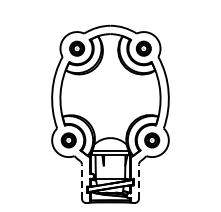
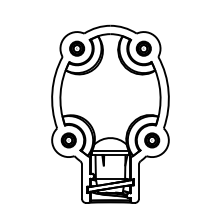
line at (82, 181): dashed -> solid
line at (138, 181): dashed -> solid
